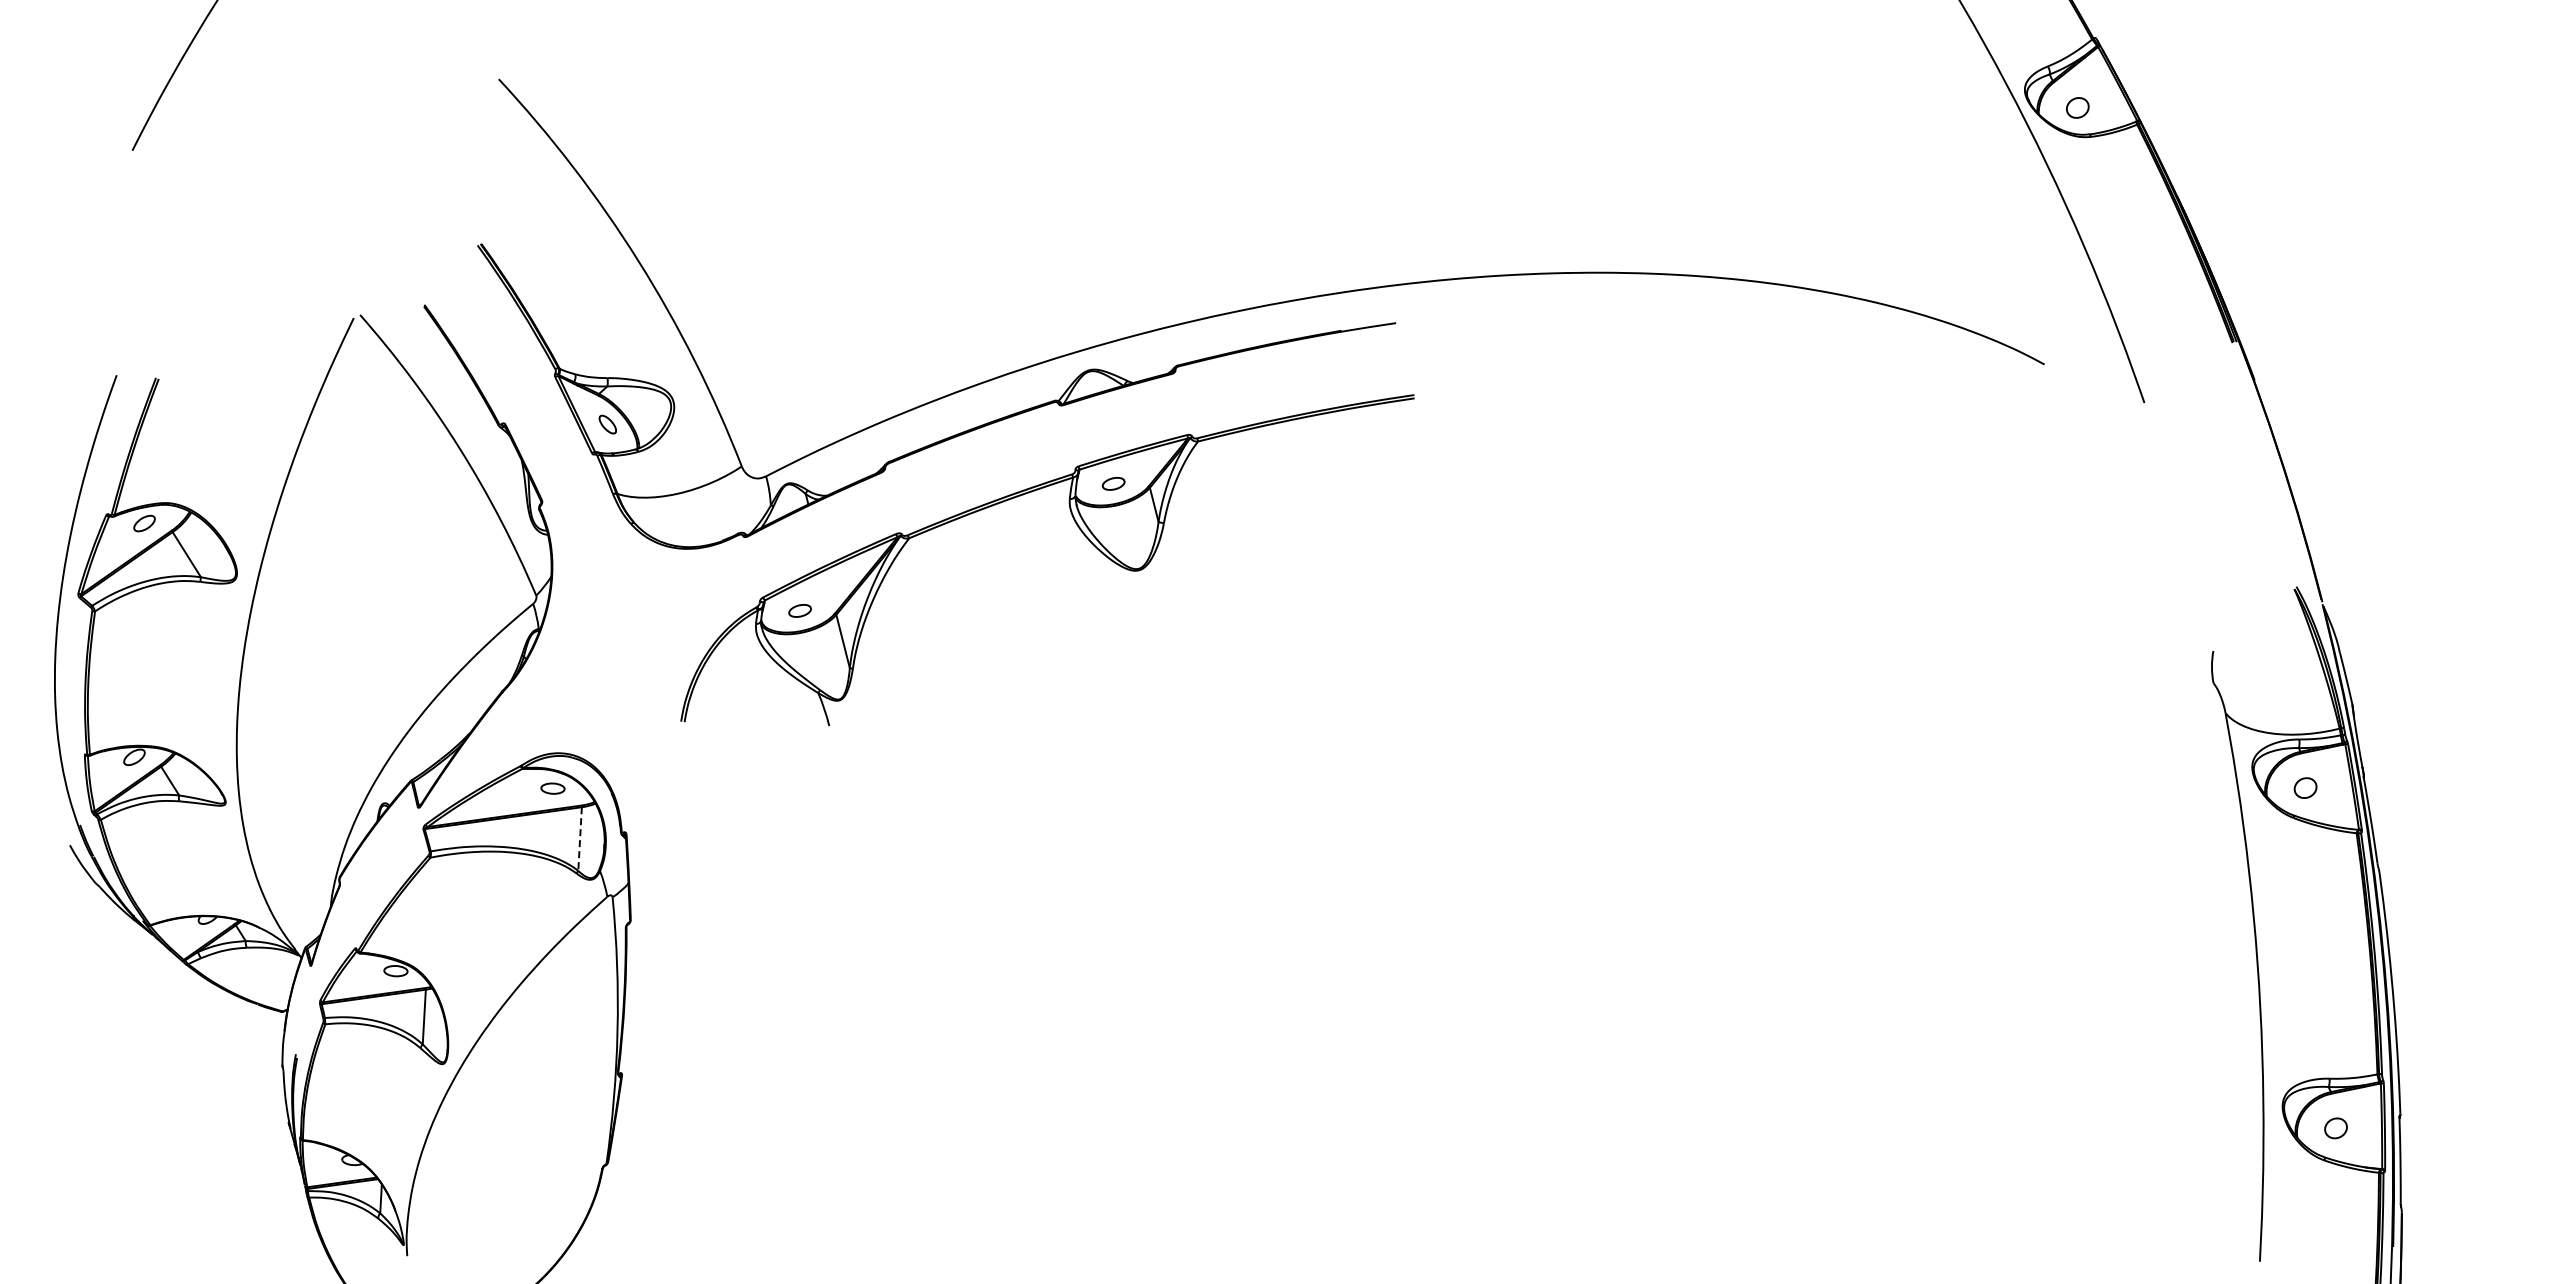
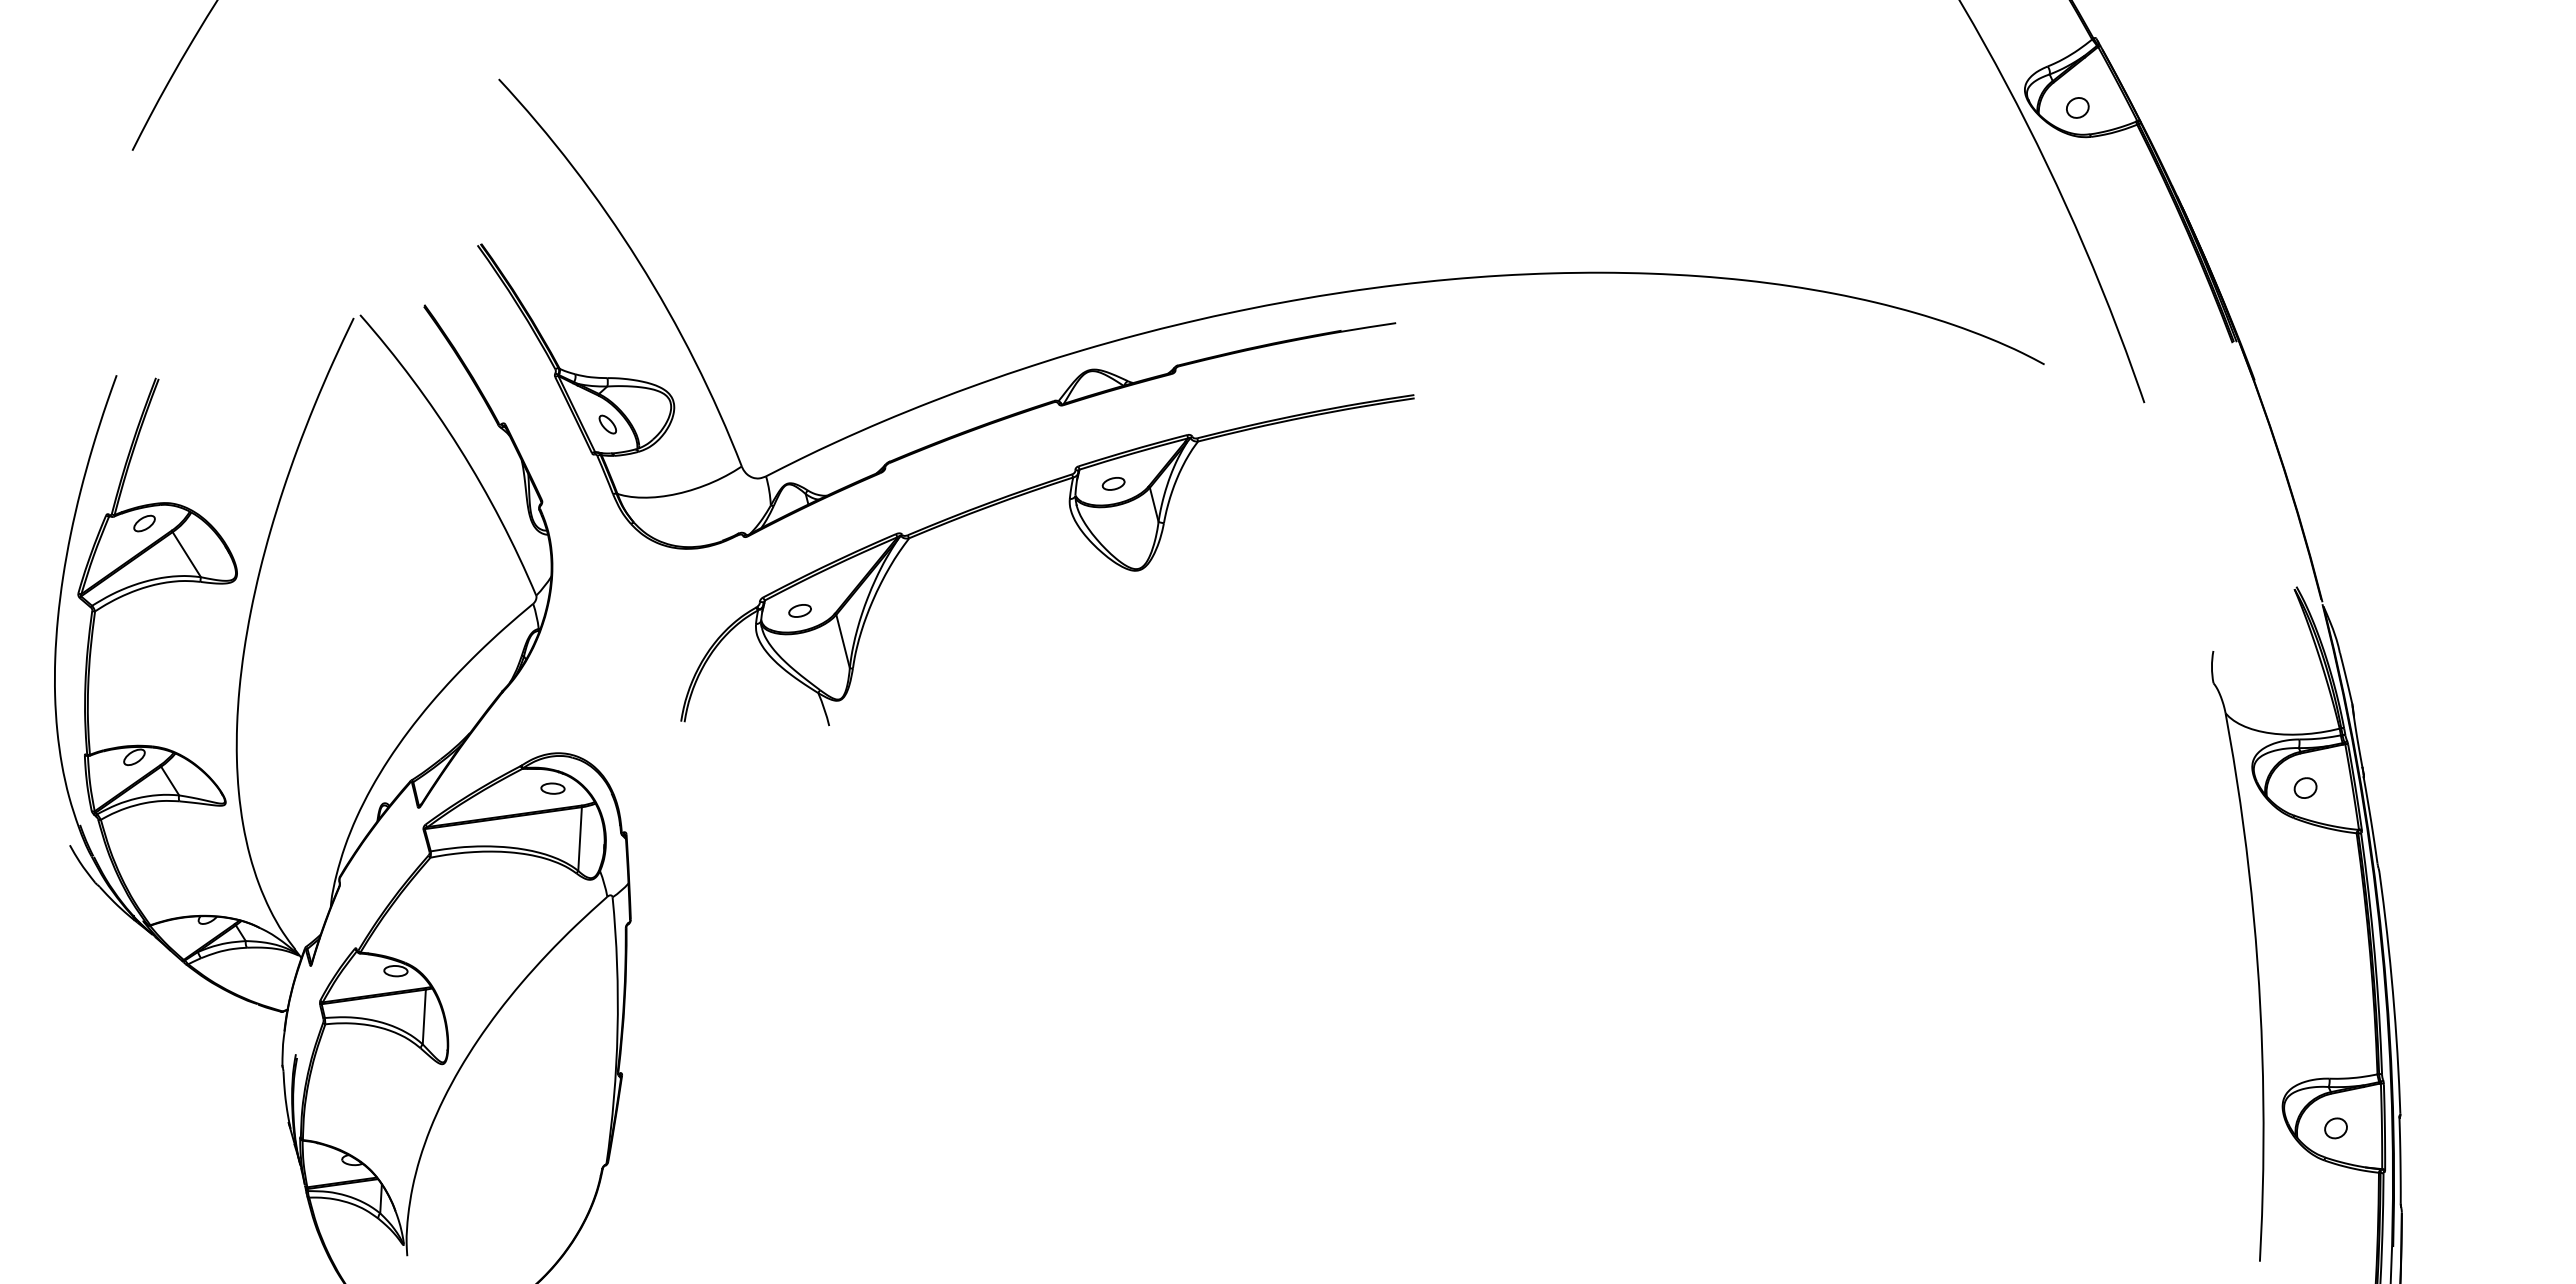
line at (580, 839): dashed -> solid
